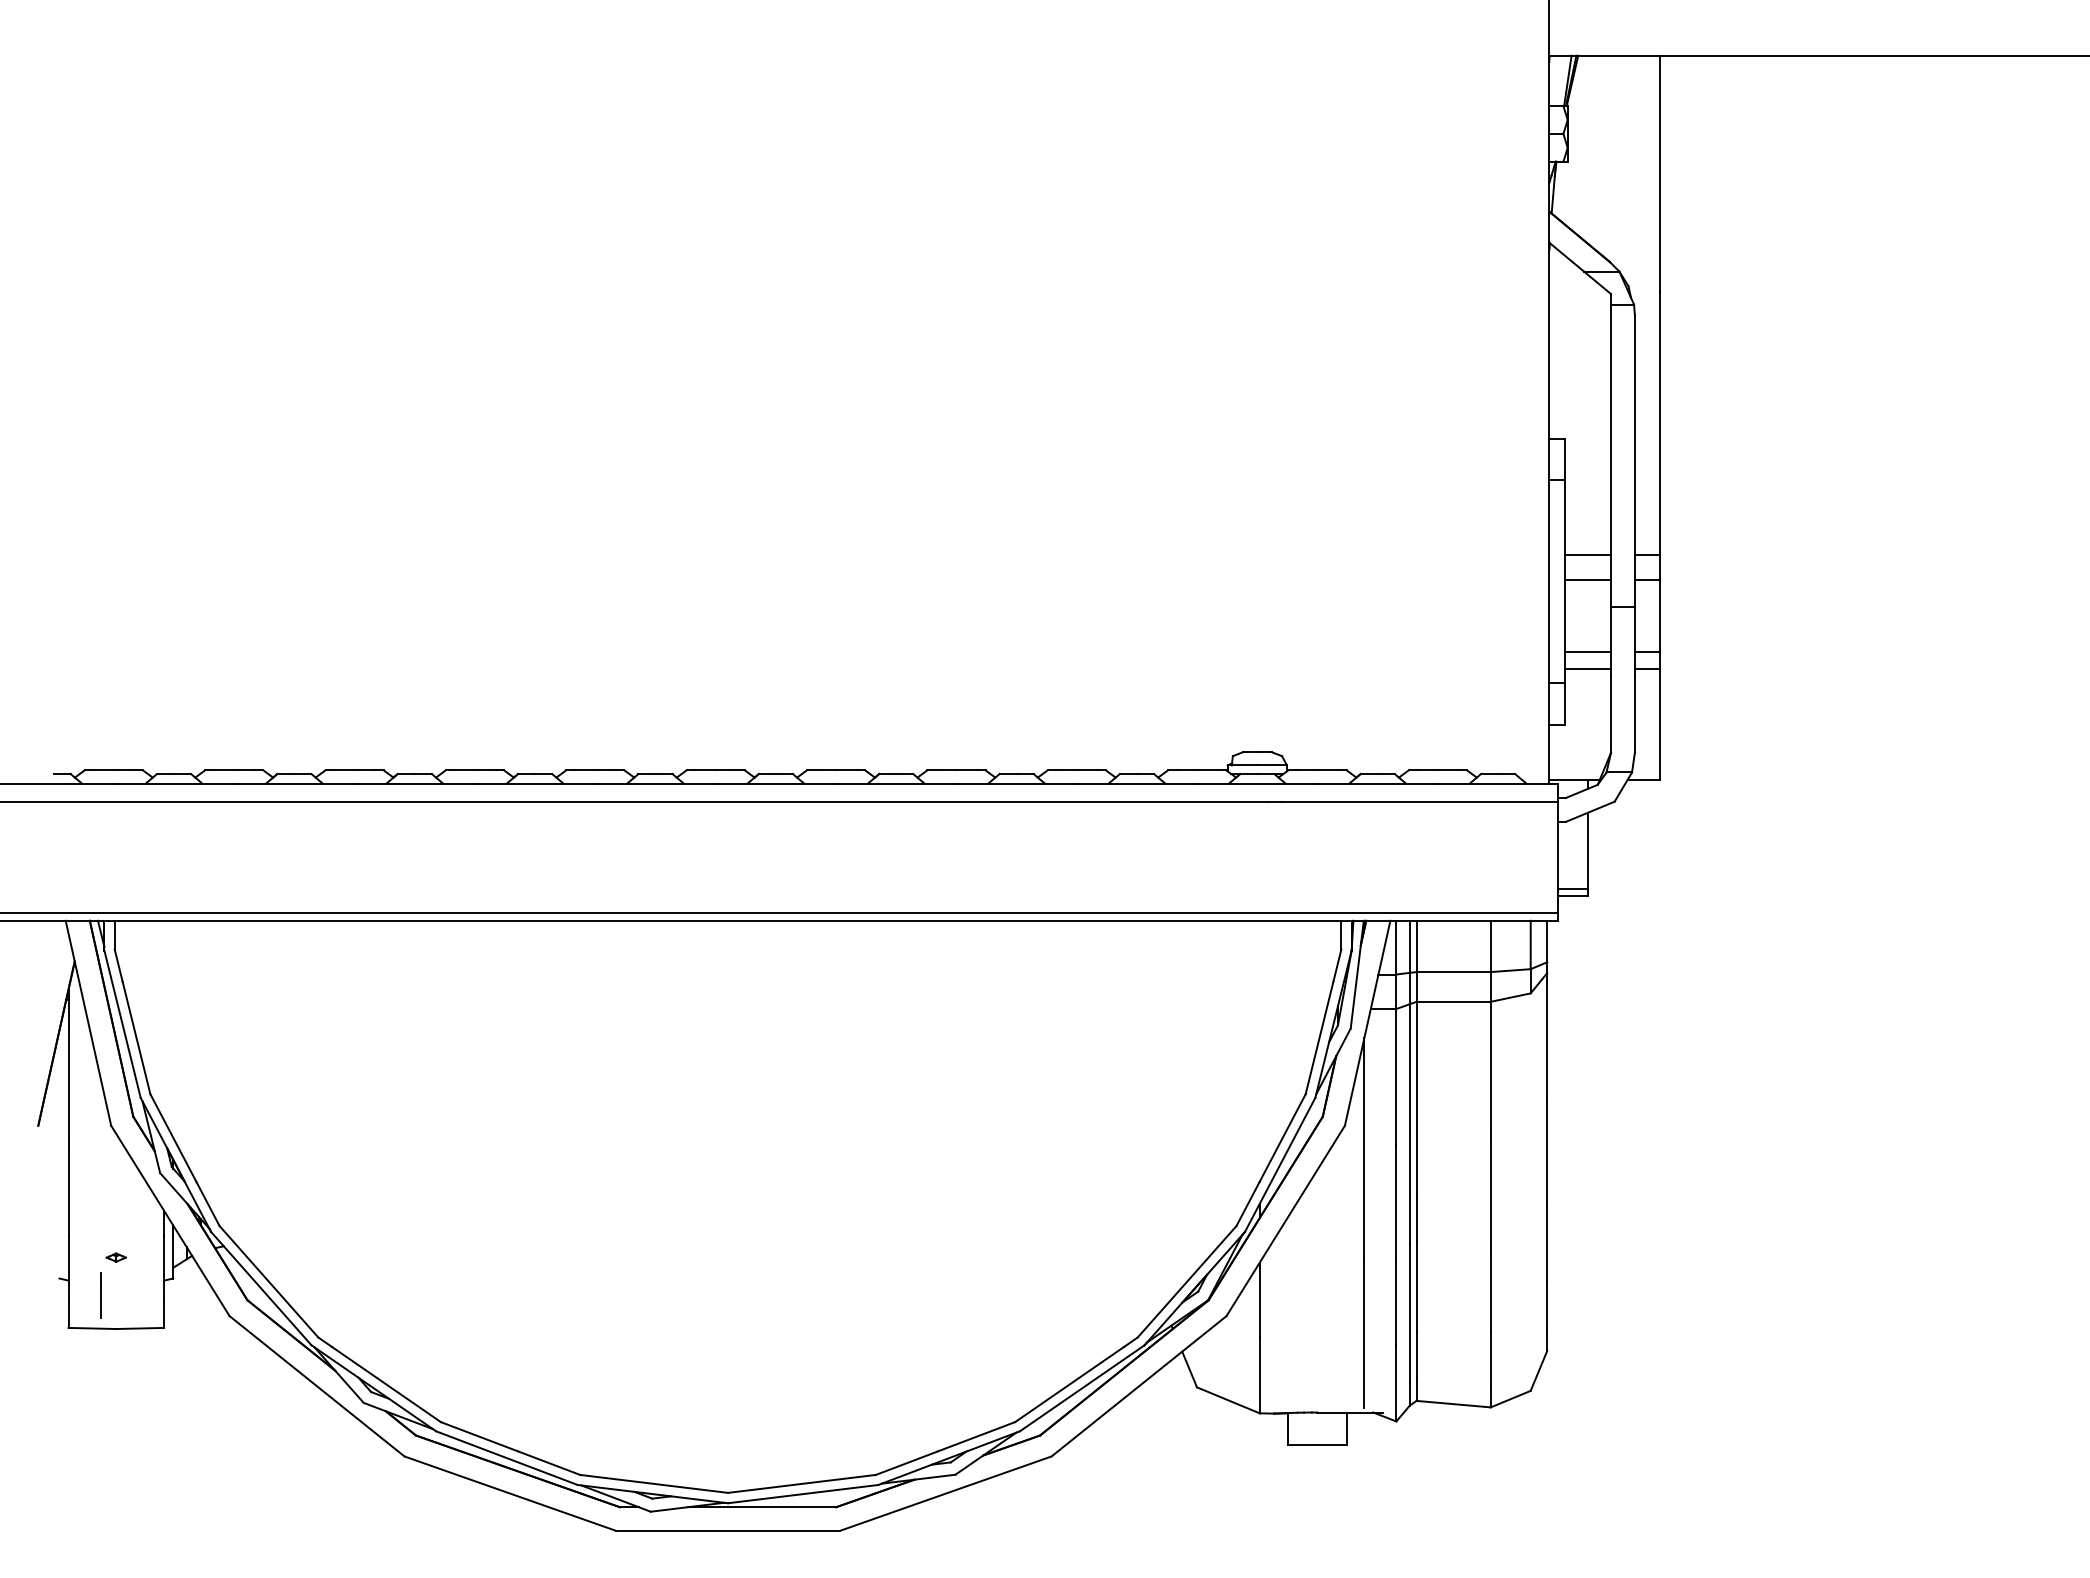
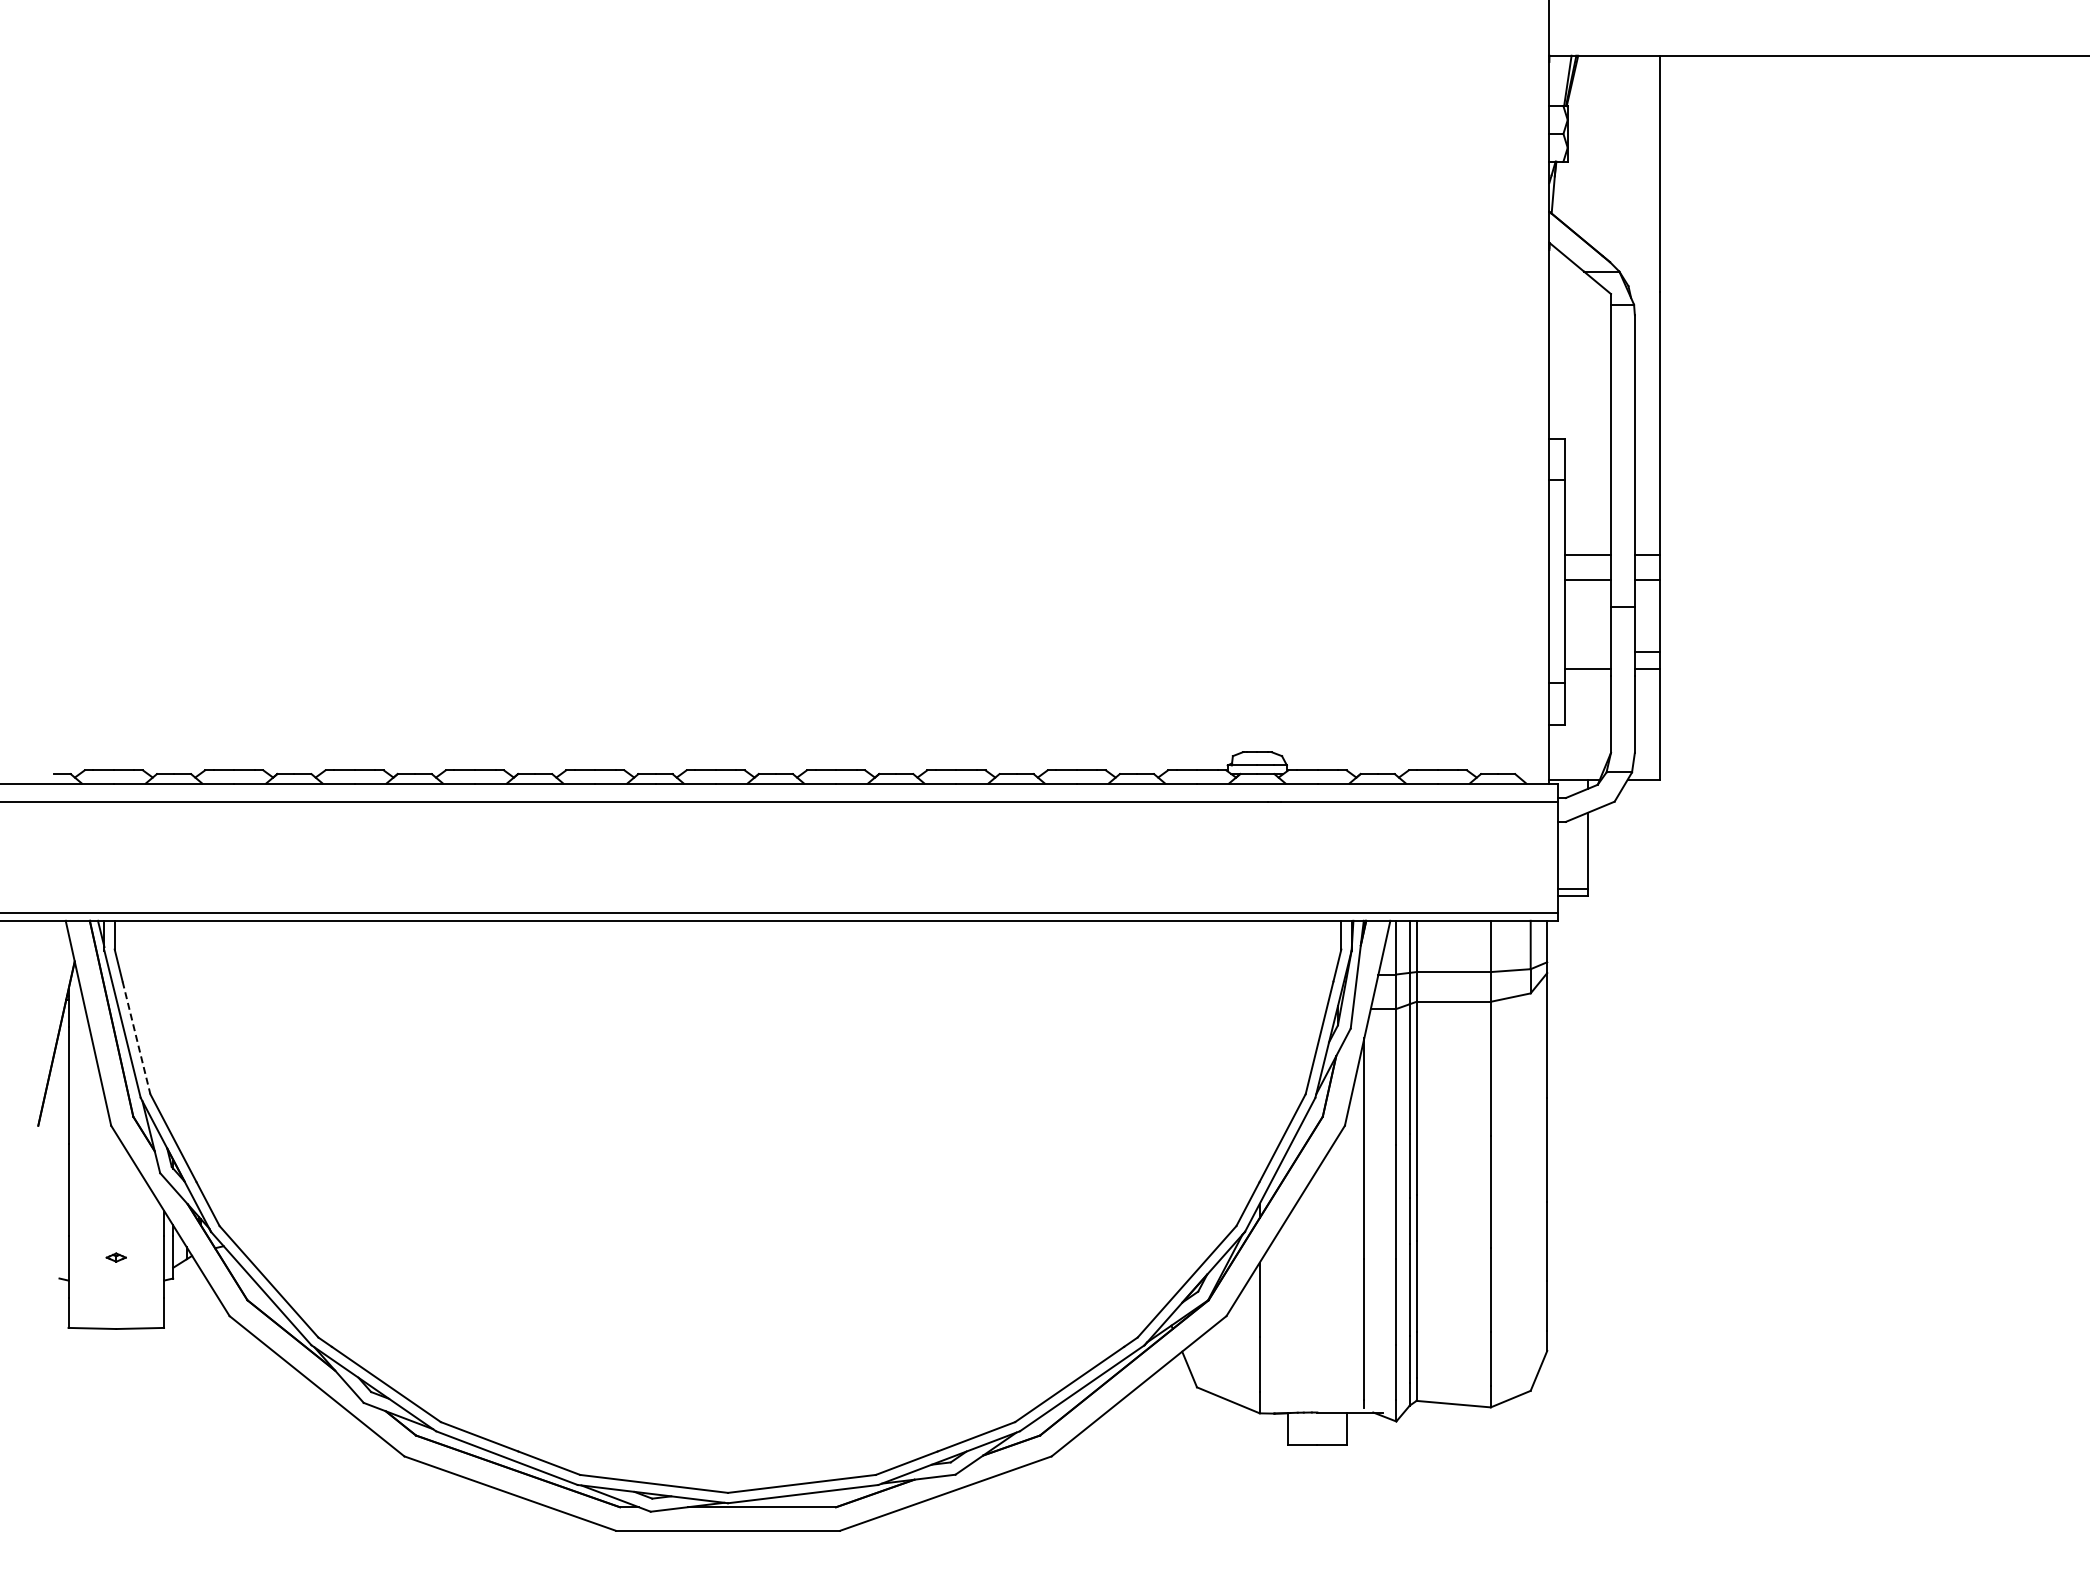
line at (1587, 651): present -> none
line at (136, 1037): solid -> dashed
line at (100, 1295): present -> none
